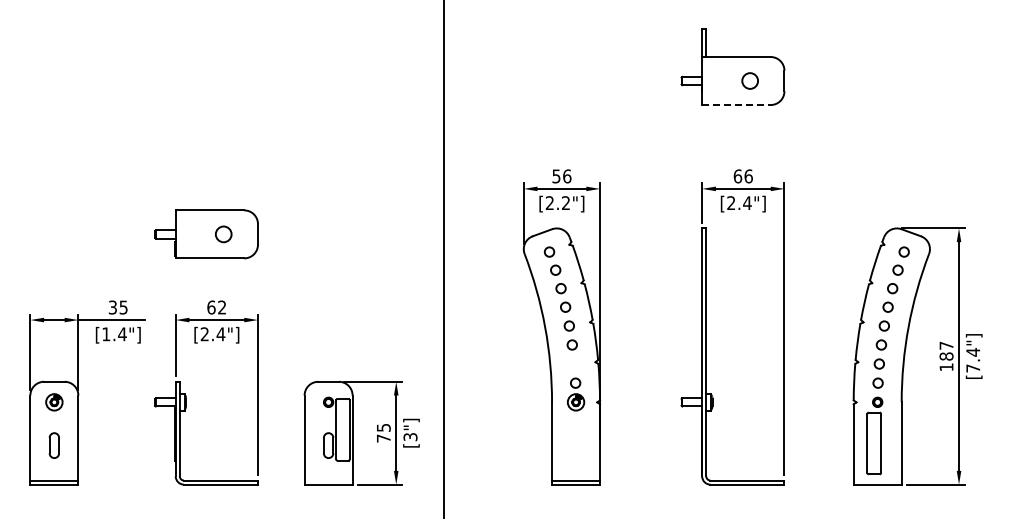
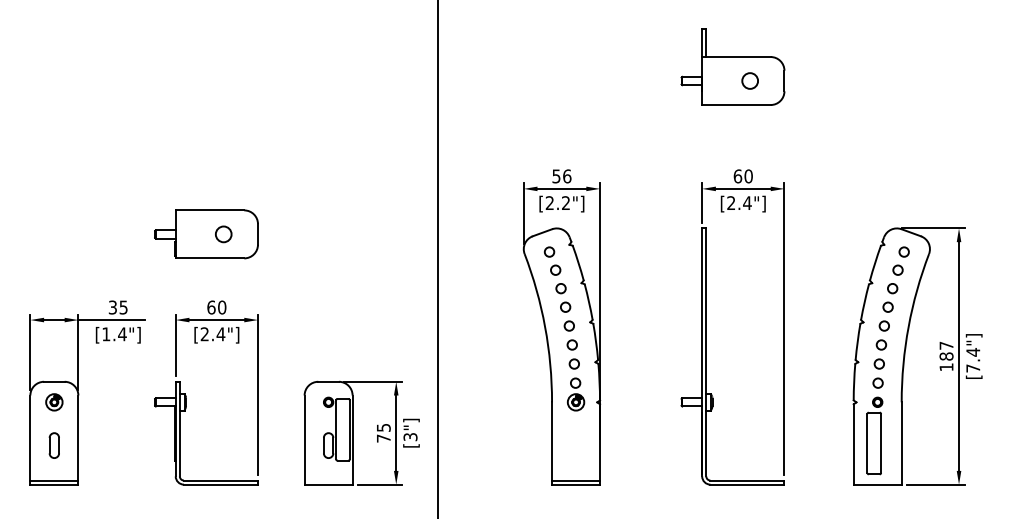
line at (736, 105): dashed -> solid
text at (748, 176): 66 -> 60
line at (444, 258) position: (444, 258) -> (438, 258)
text at (222, 307): 62 -> 60
circle at (573, 363): none -> present
